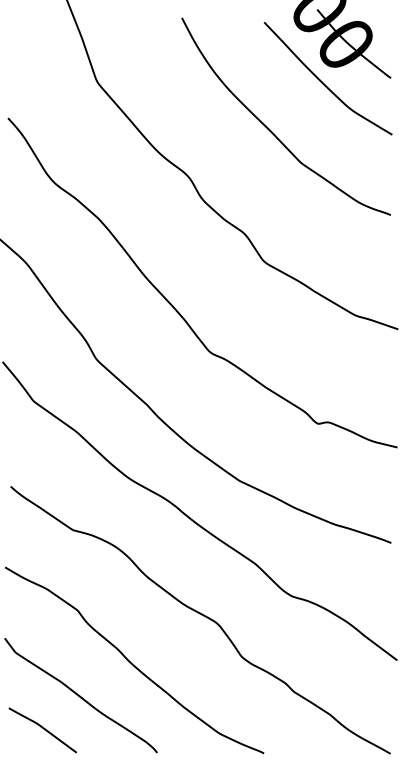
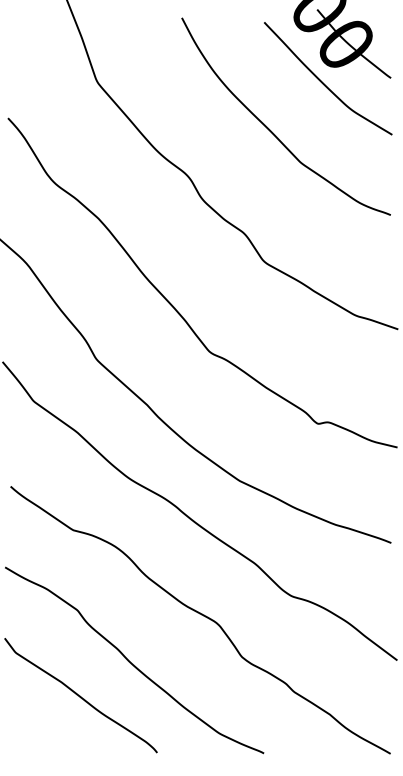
curve at (43, 729): present -> none
